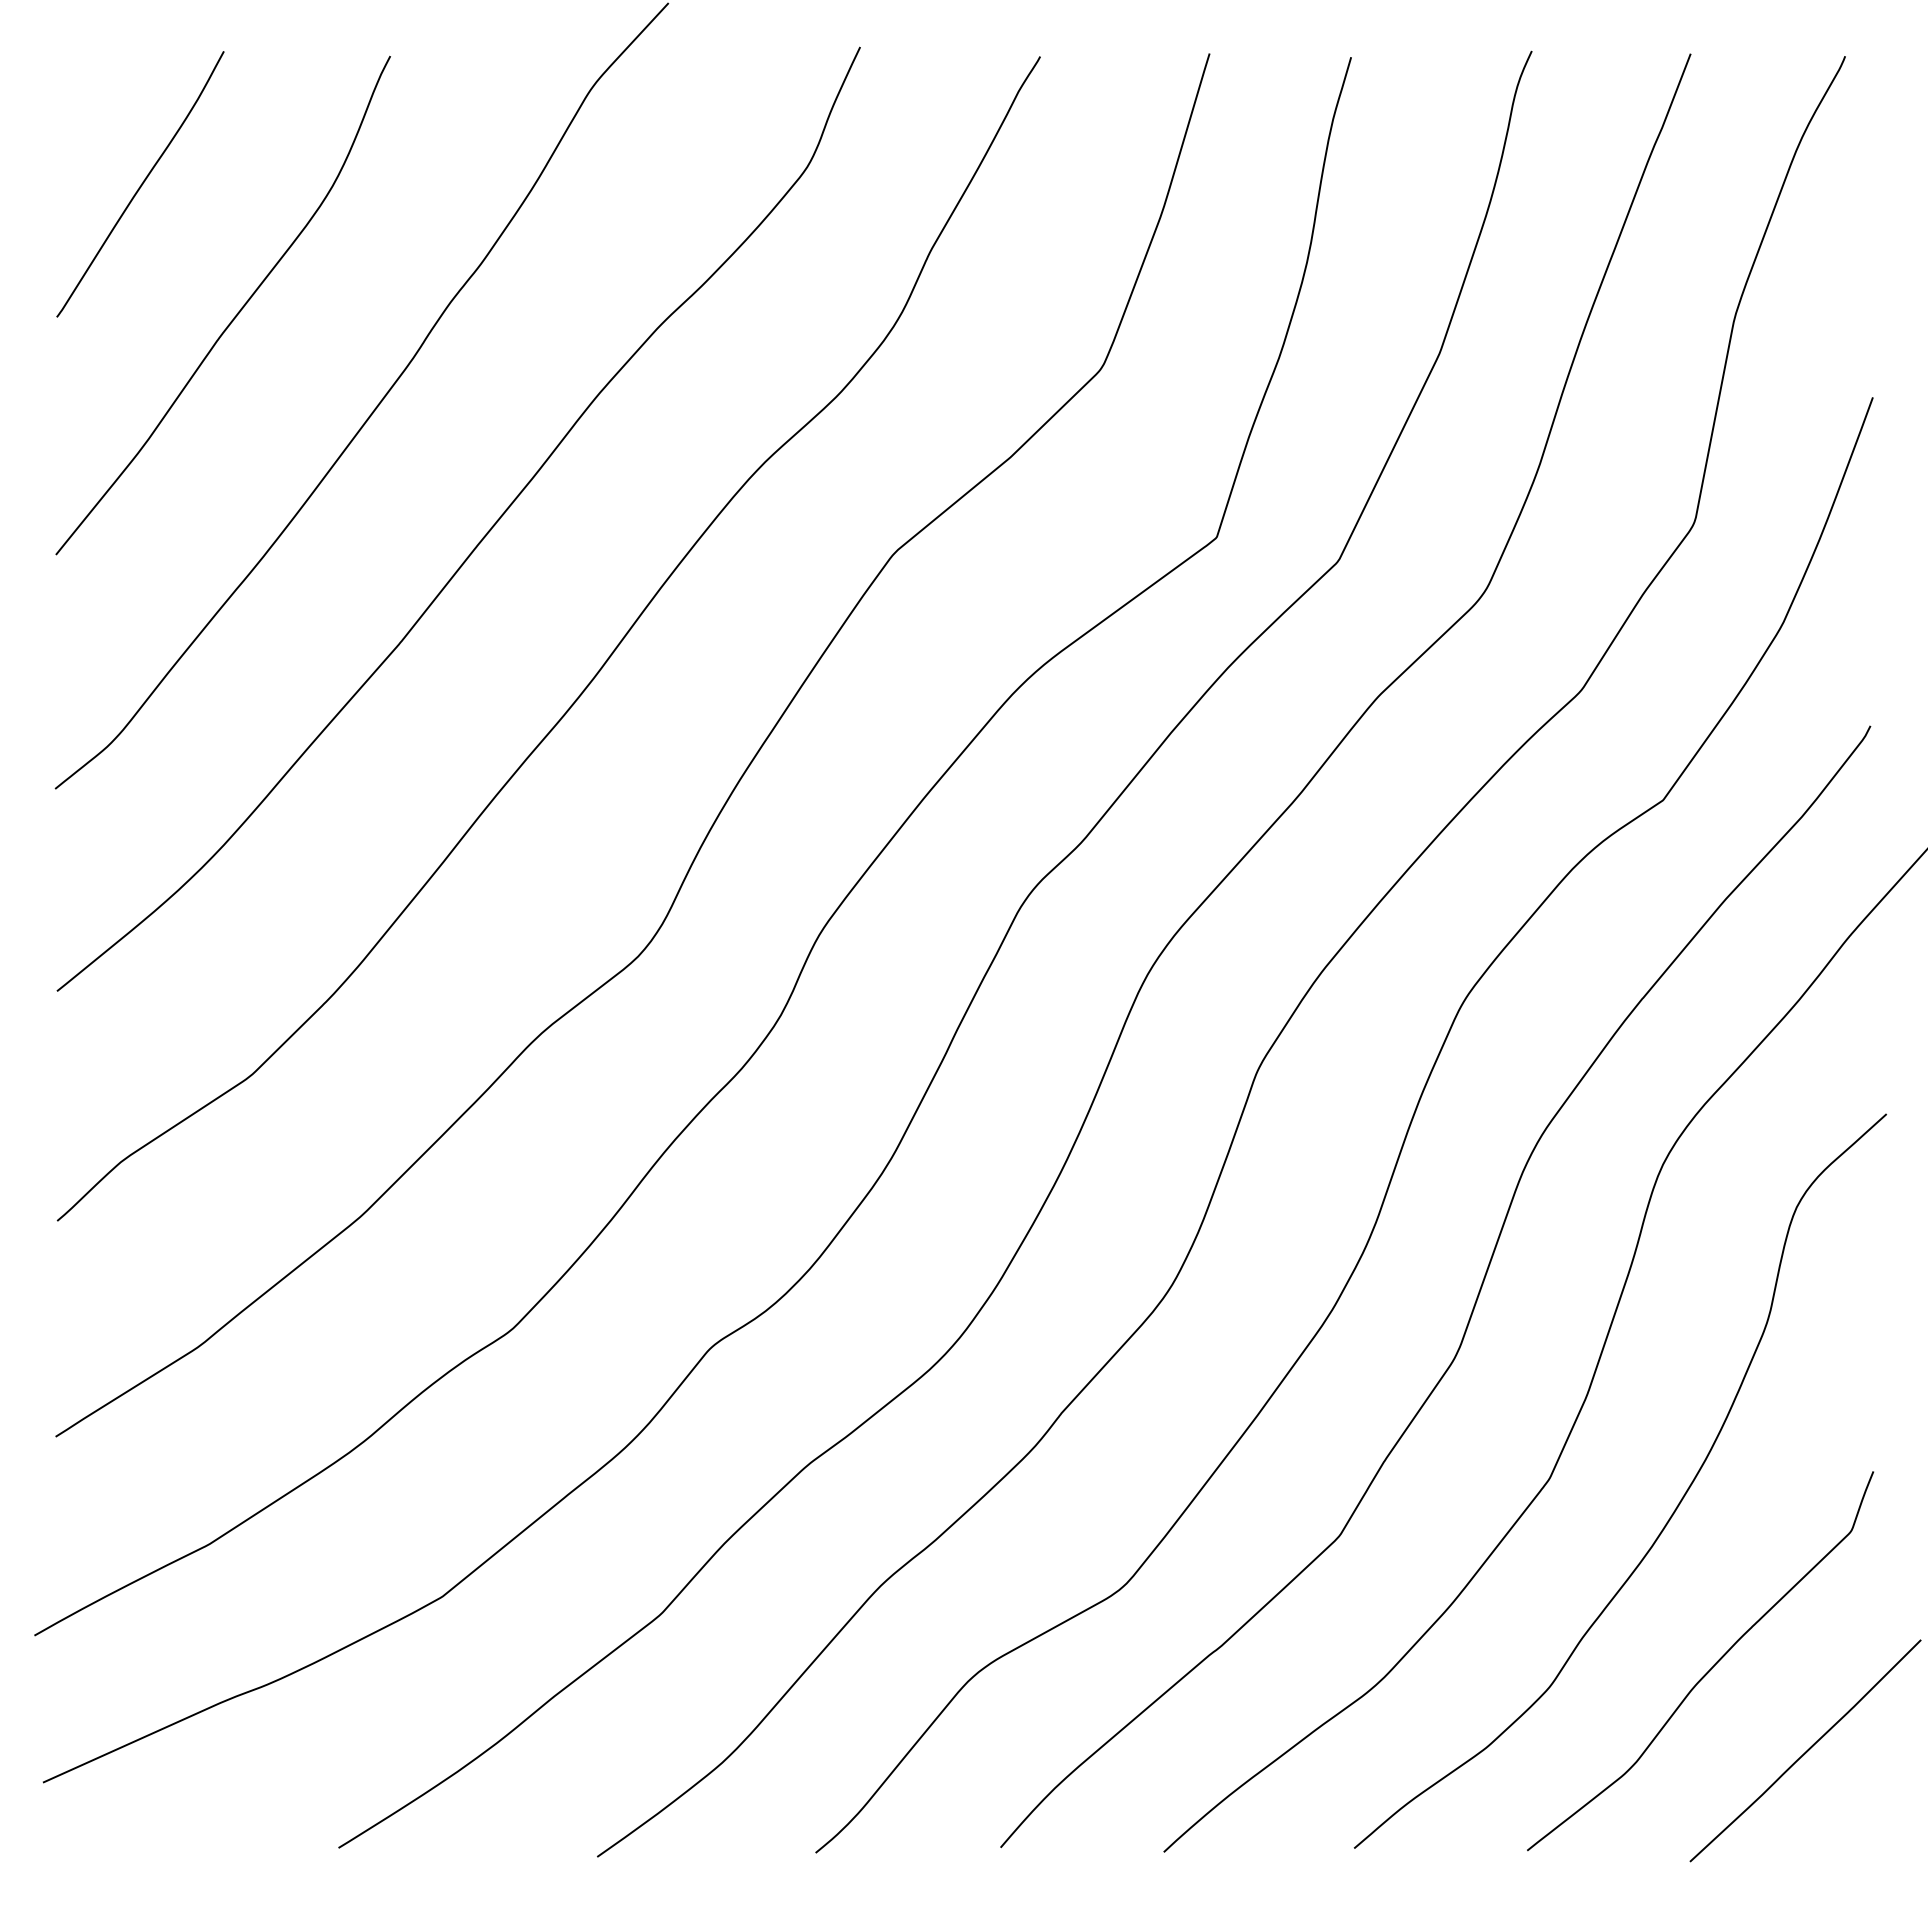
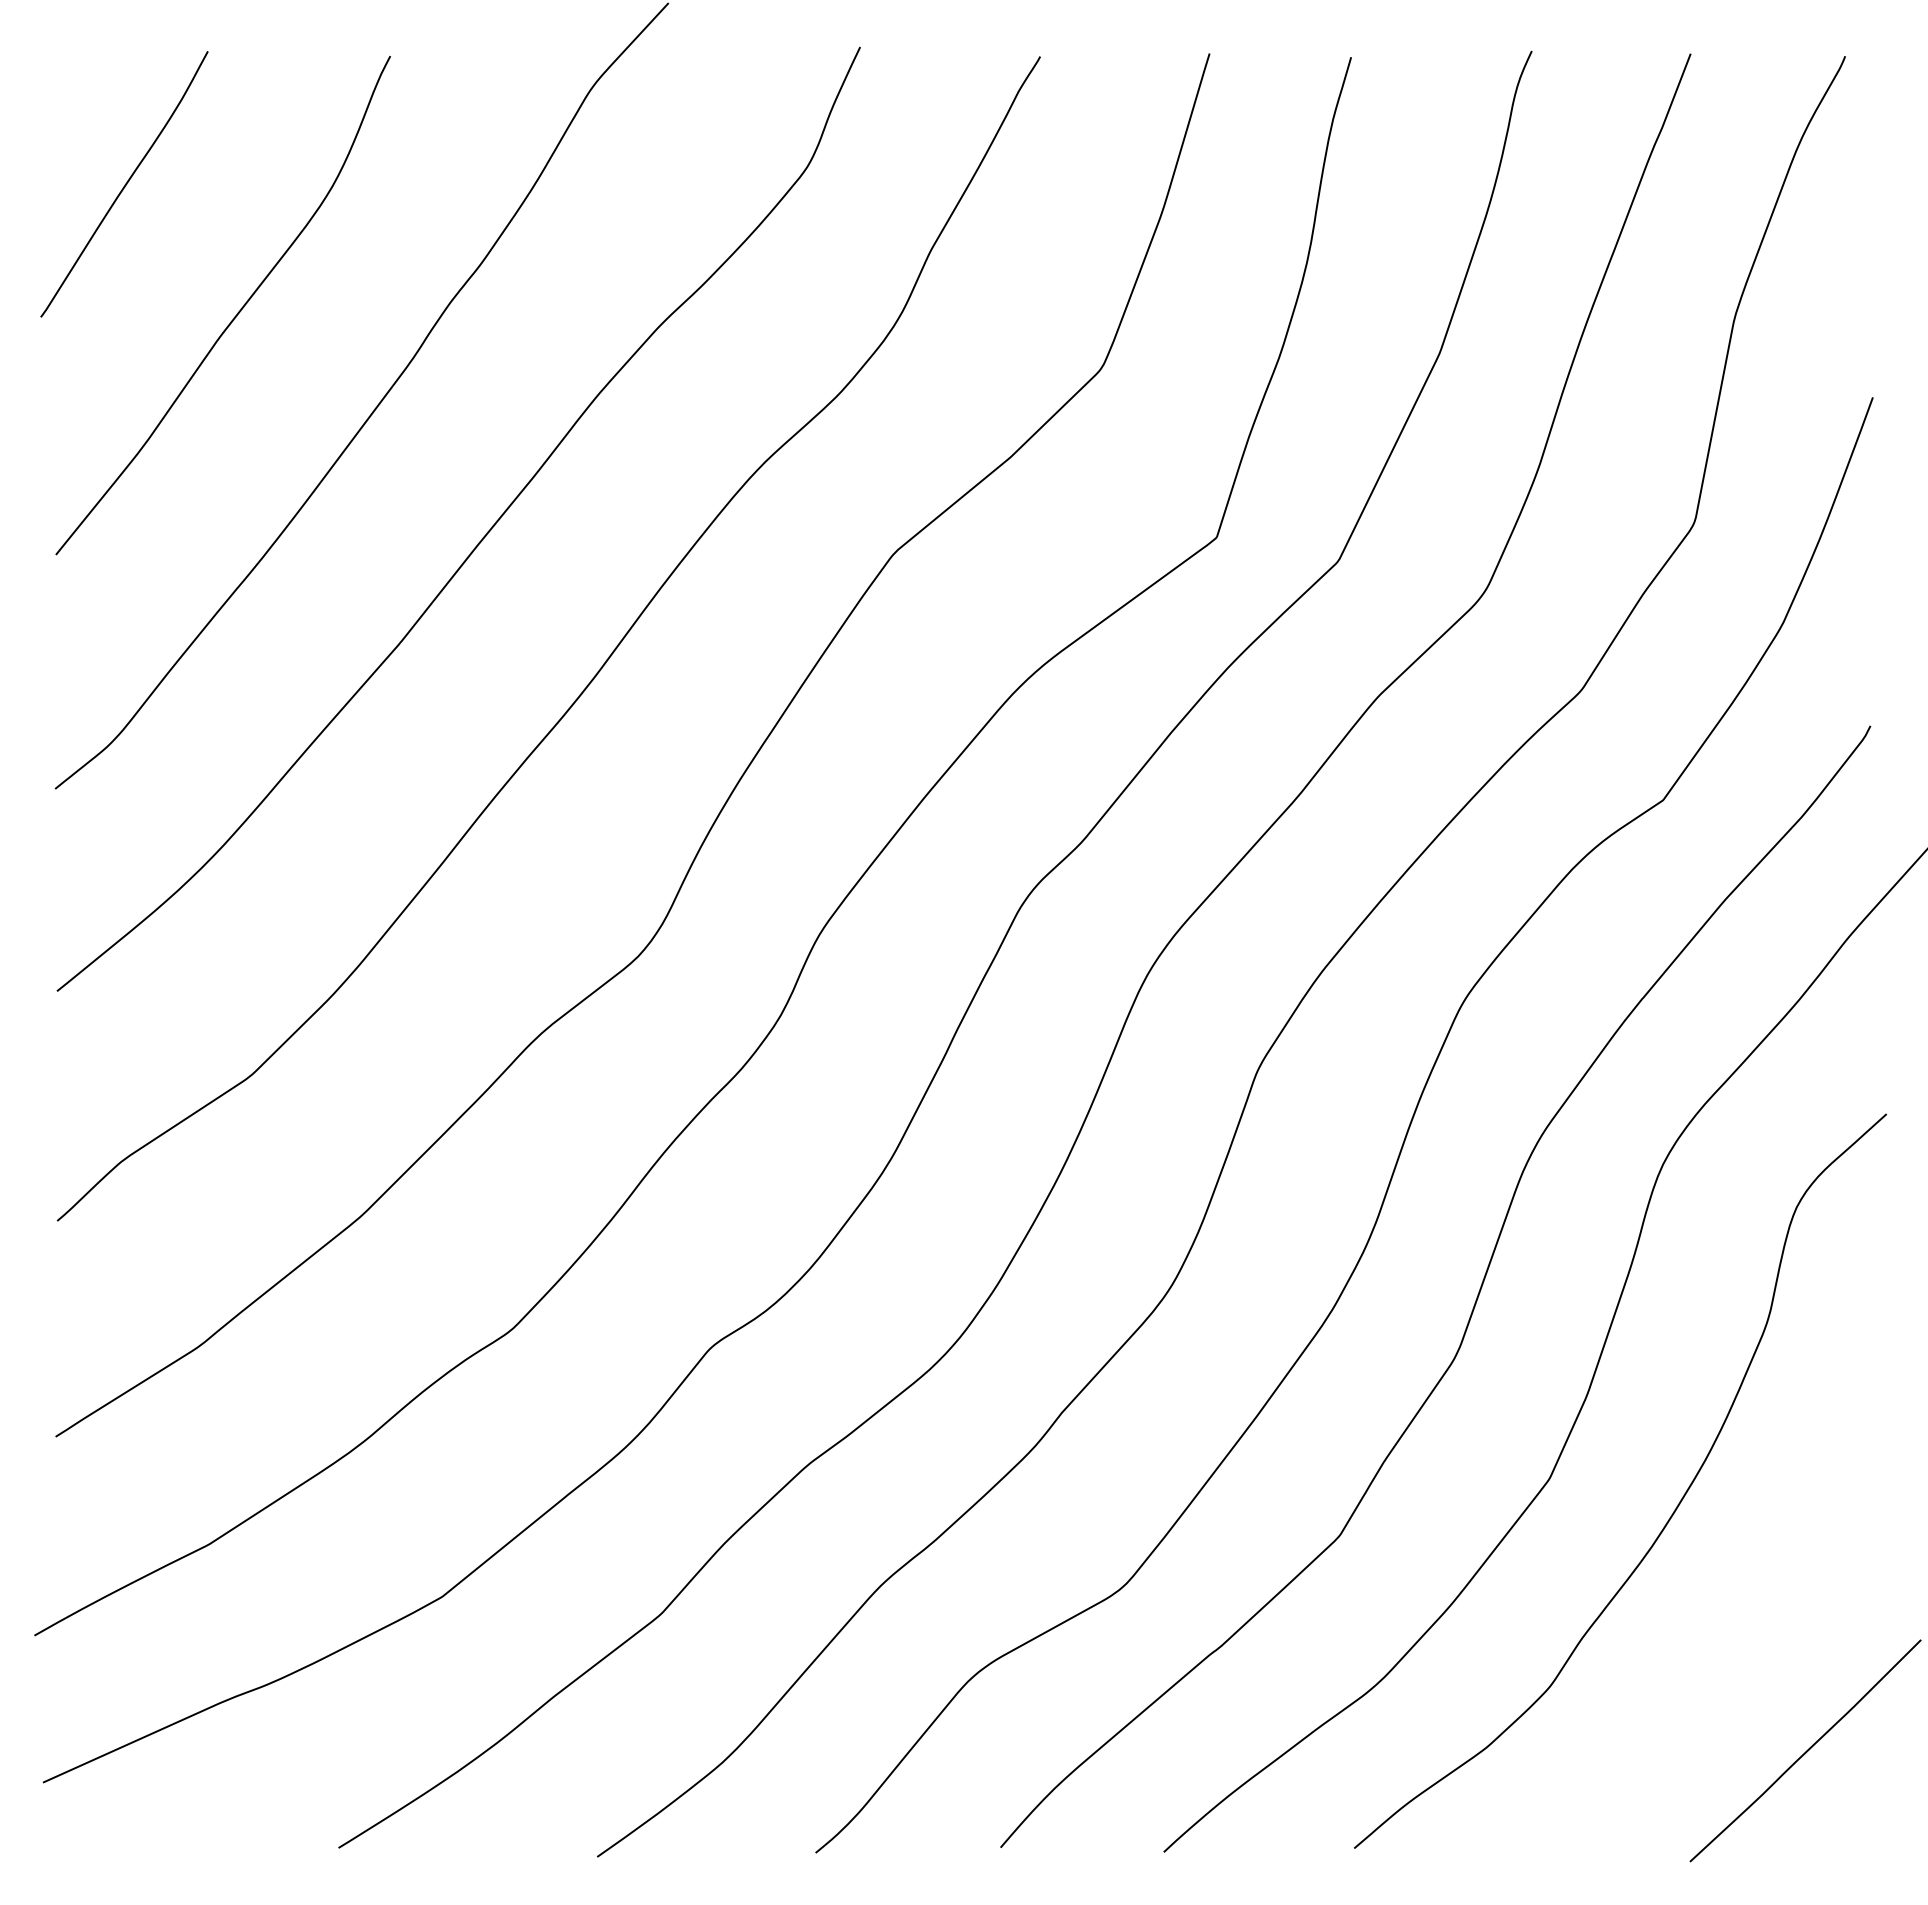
curve at (140, 184) position: (140, 184) -> (124, 184)
curve at (1709, 1669): present -> none
